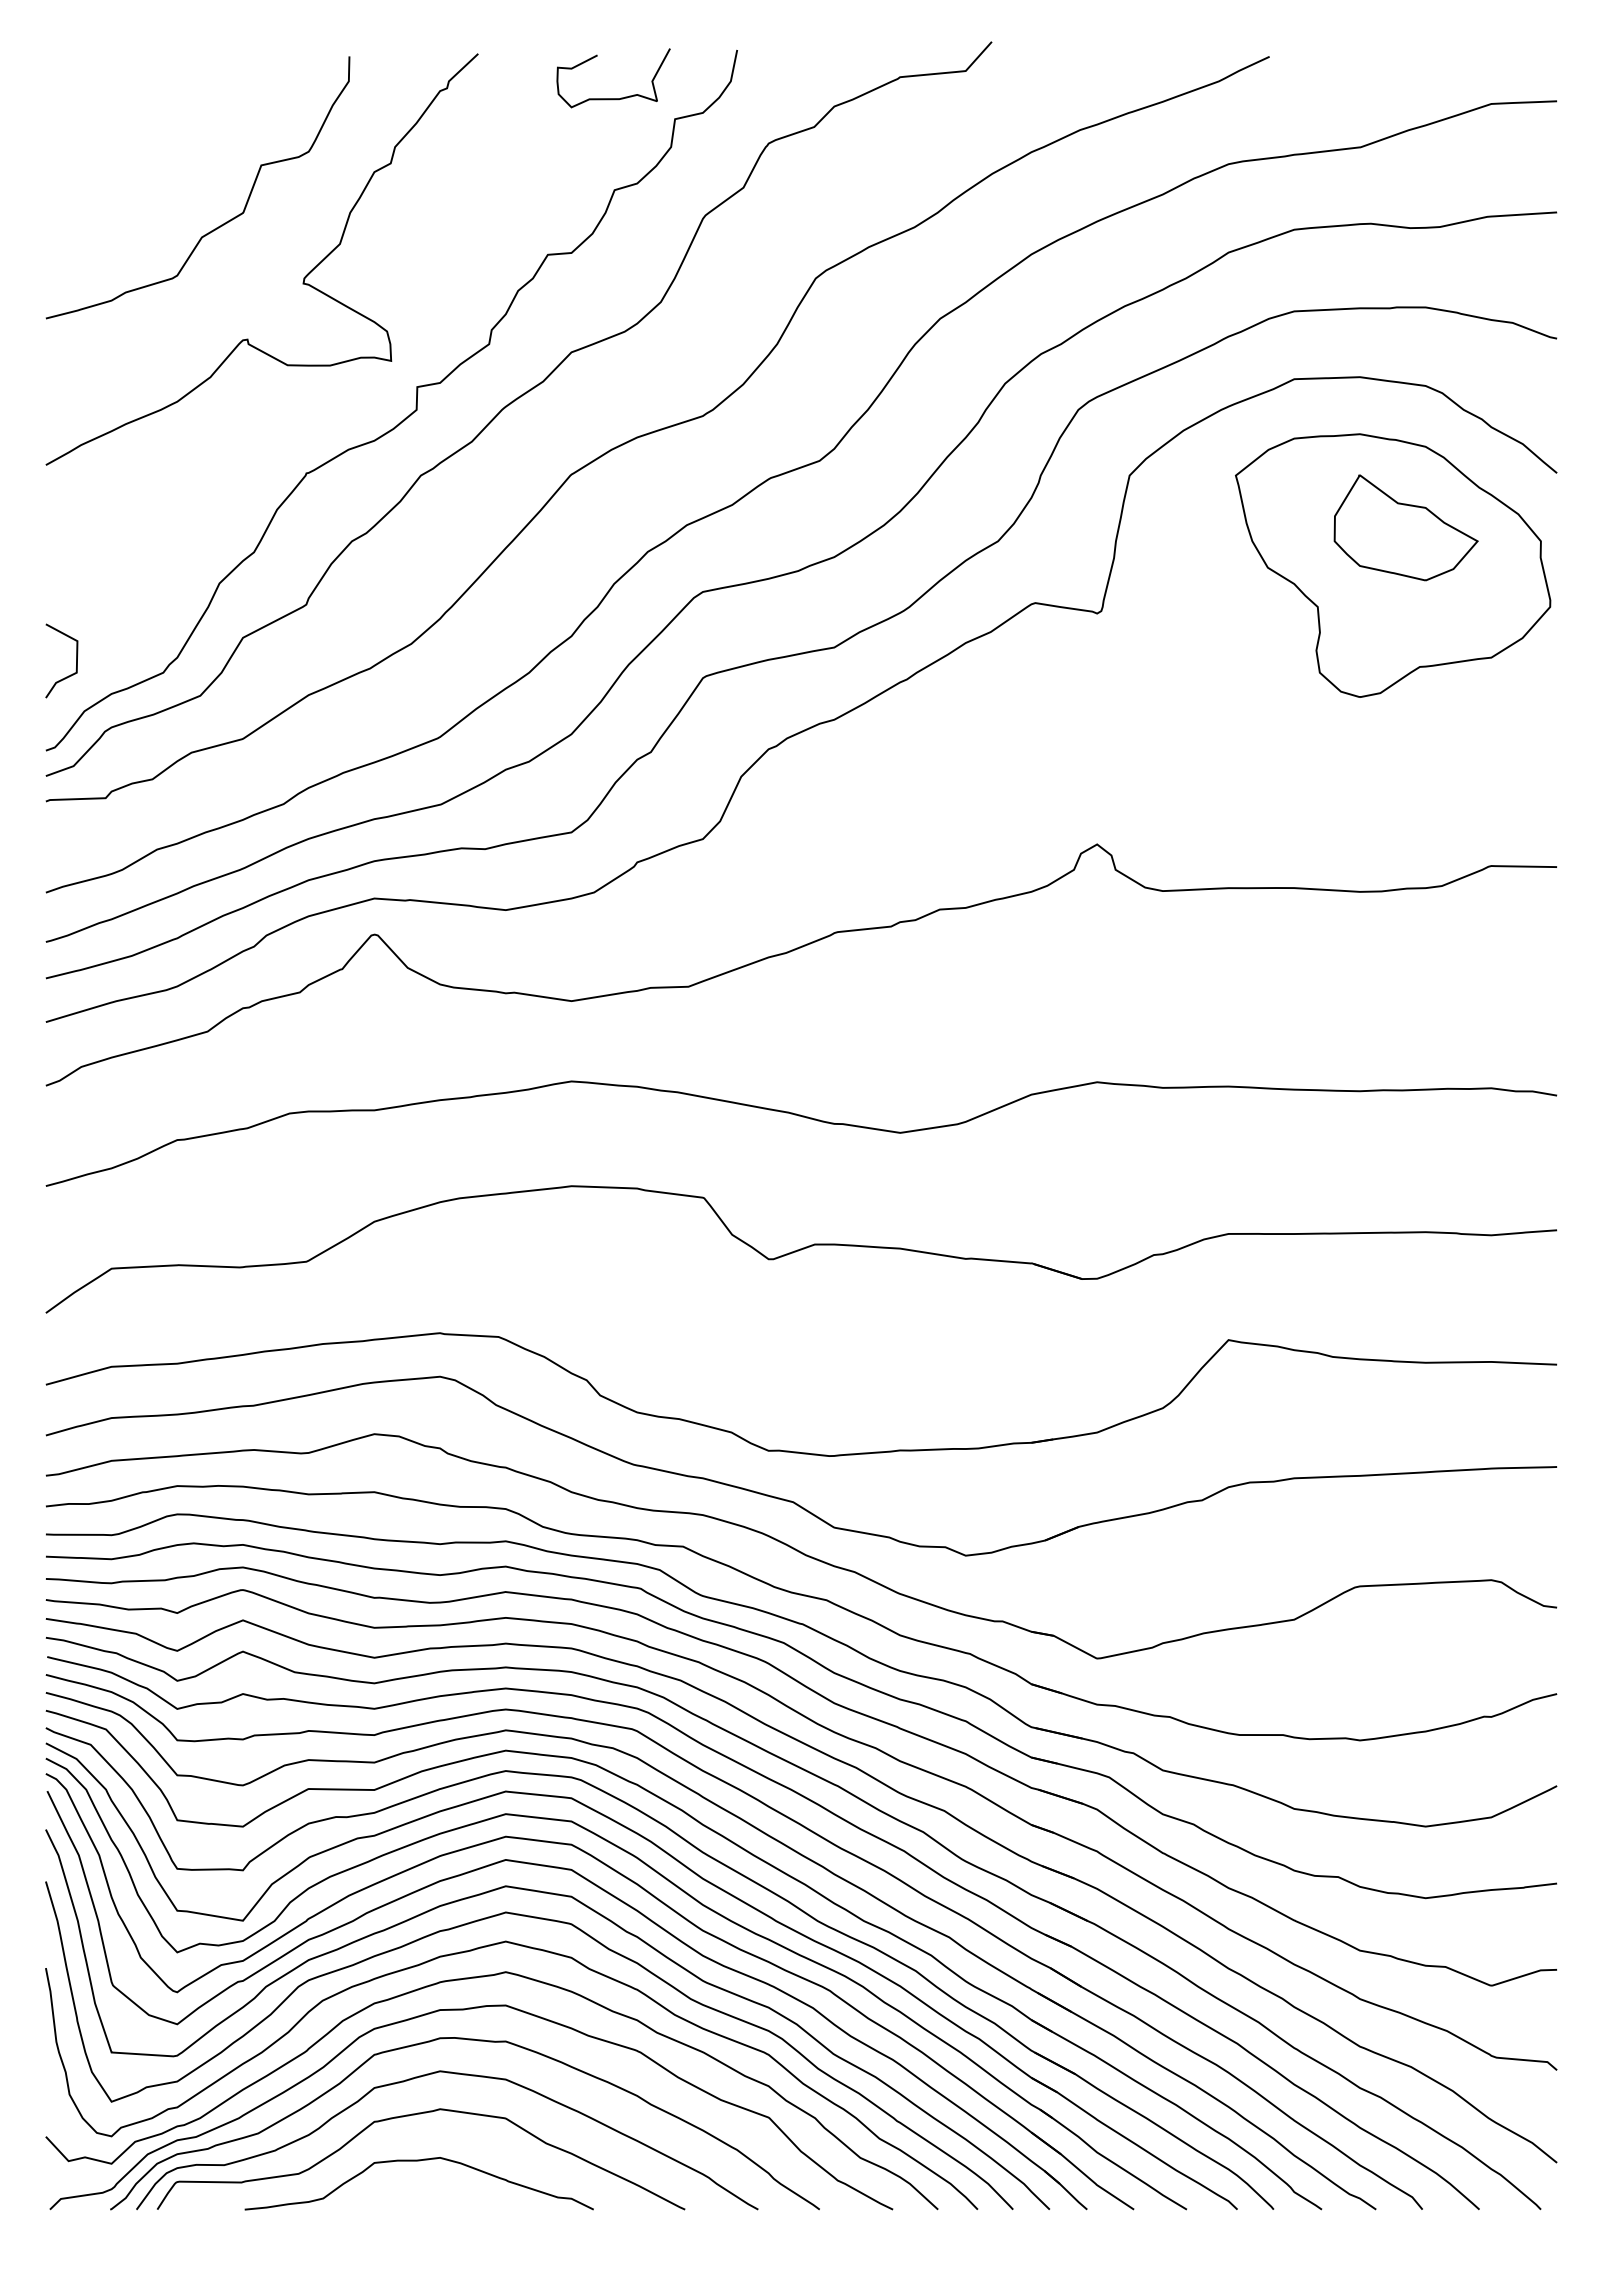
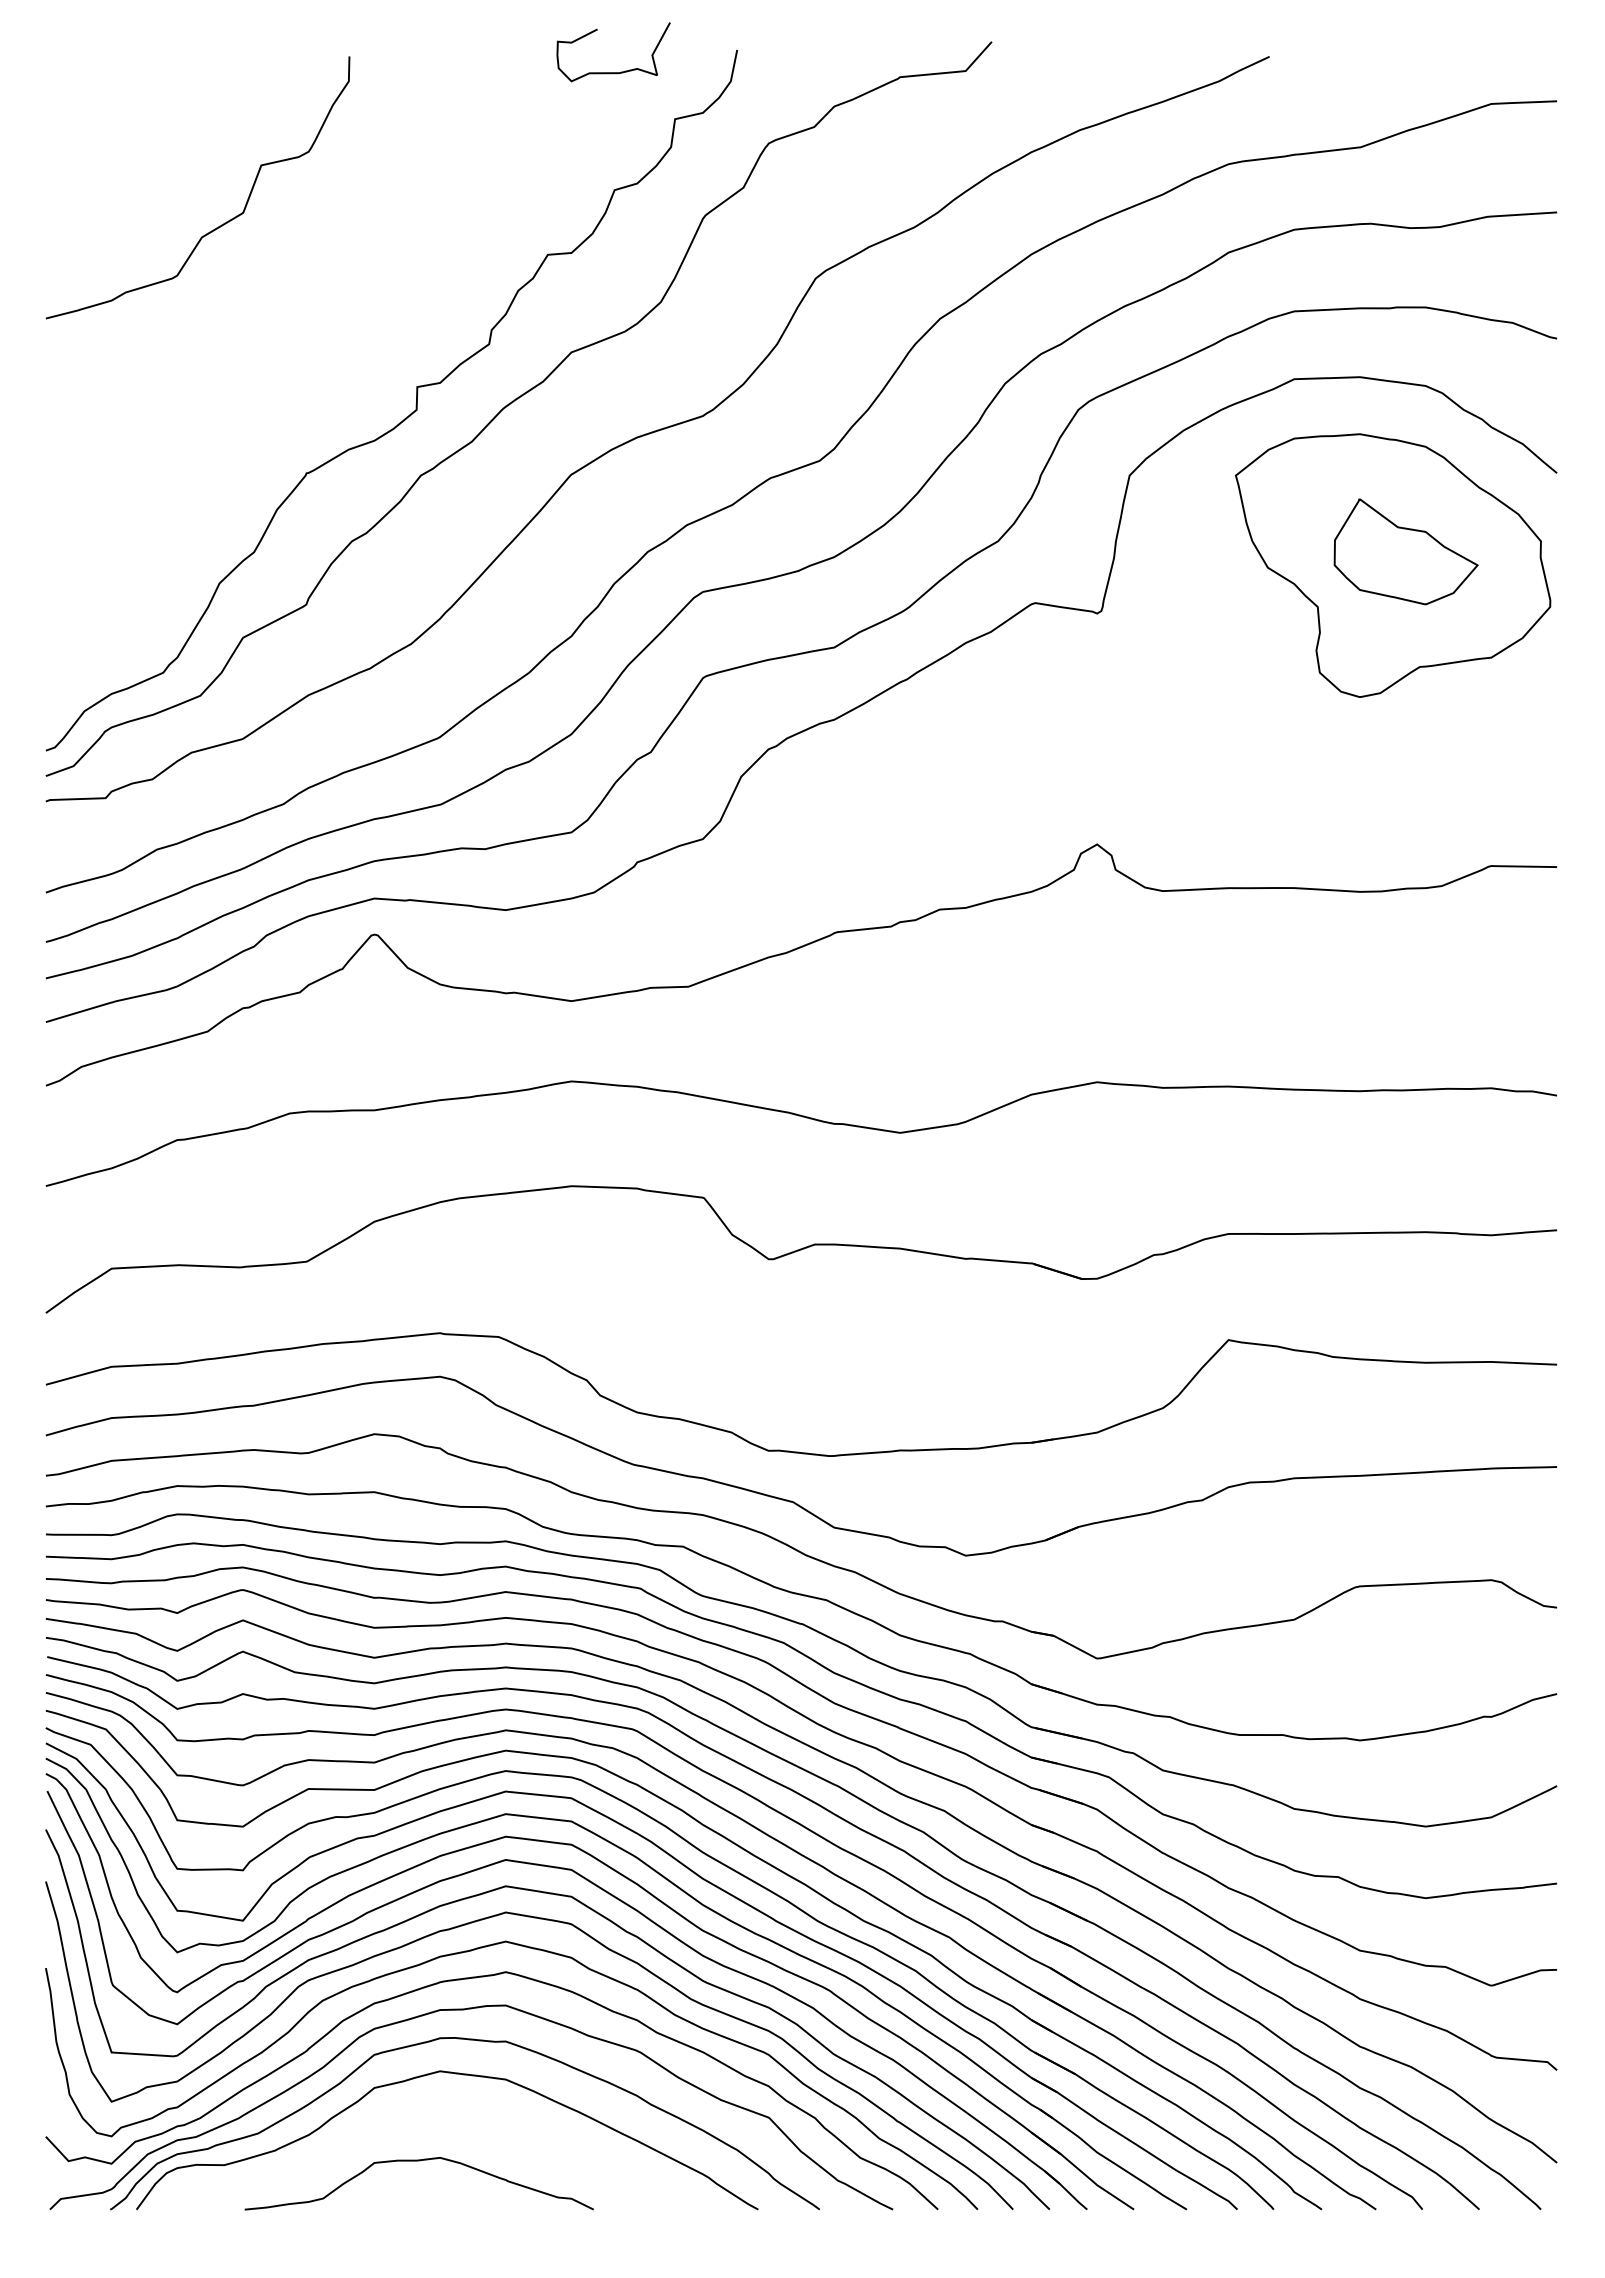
curve at (613, 98) position: (613, 98) -> (613, 72)
curve at (303, 277): present -> none
part at (1405, 527) position: (1405, 527) -> (1405, 551)
line at (76, 660): present -> none
curve at (415, 2115): present -> none
